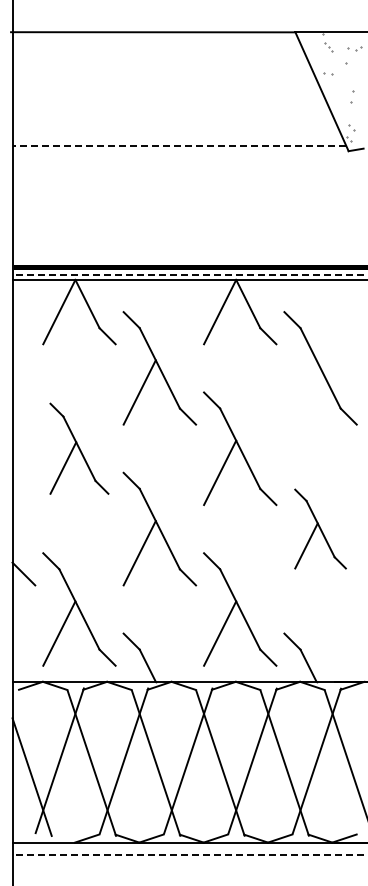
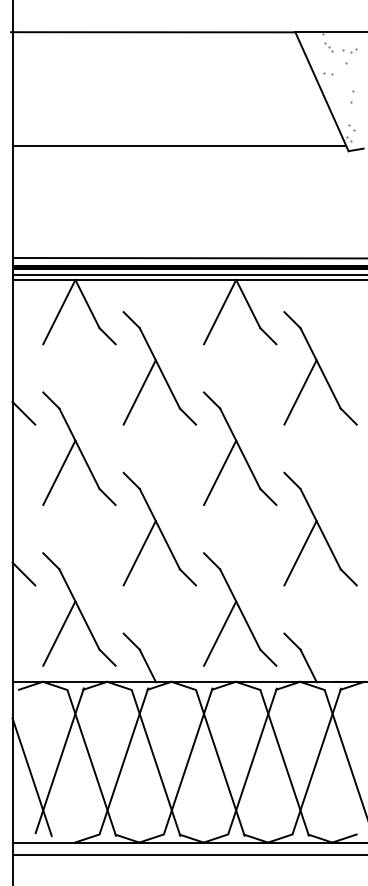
part at (354, 48) position: (354, 48) -> (349, 50)
line at (179, 146): dashed -> solid
line at (188, 258): none -> present
line at (190, 275): dashed -> solid
line at (300, 392): none -> present
line at (23, 412): none -> present
part at (79, 448) size: 61x93 px -> 75x116 px
part at (320, 528) size: 53x82 px -> 75x116 px
line at (190, 855): dashed -> solid
